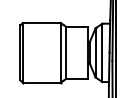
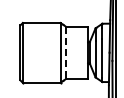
line at (66, 52): solid -> dashed
